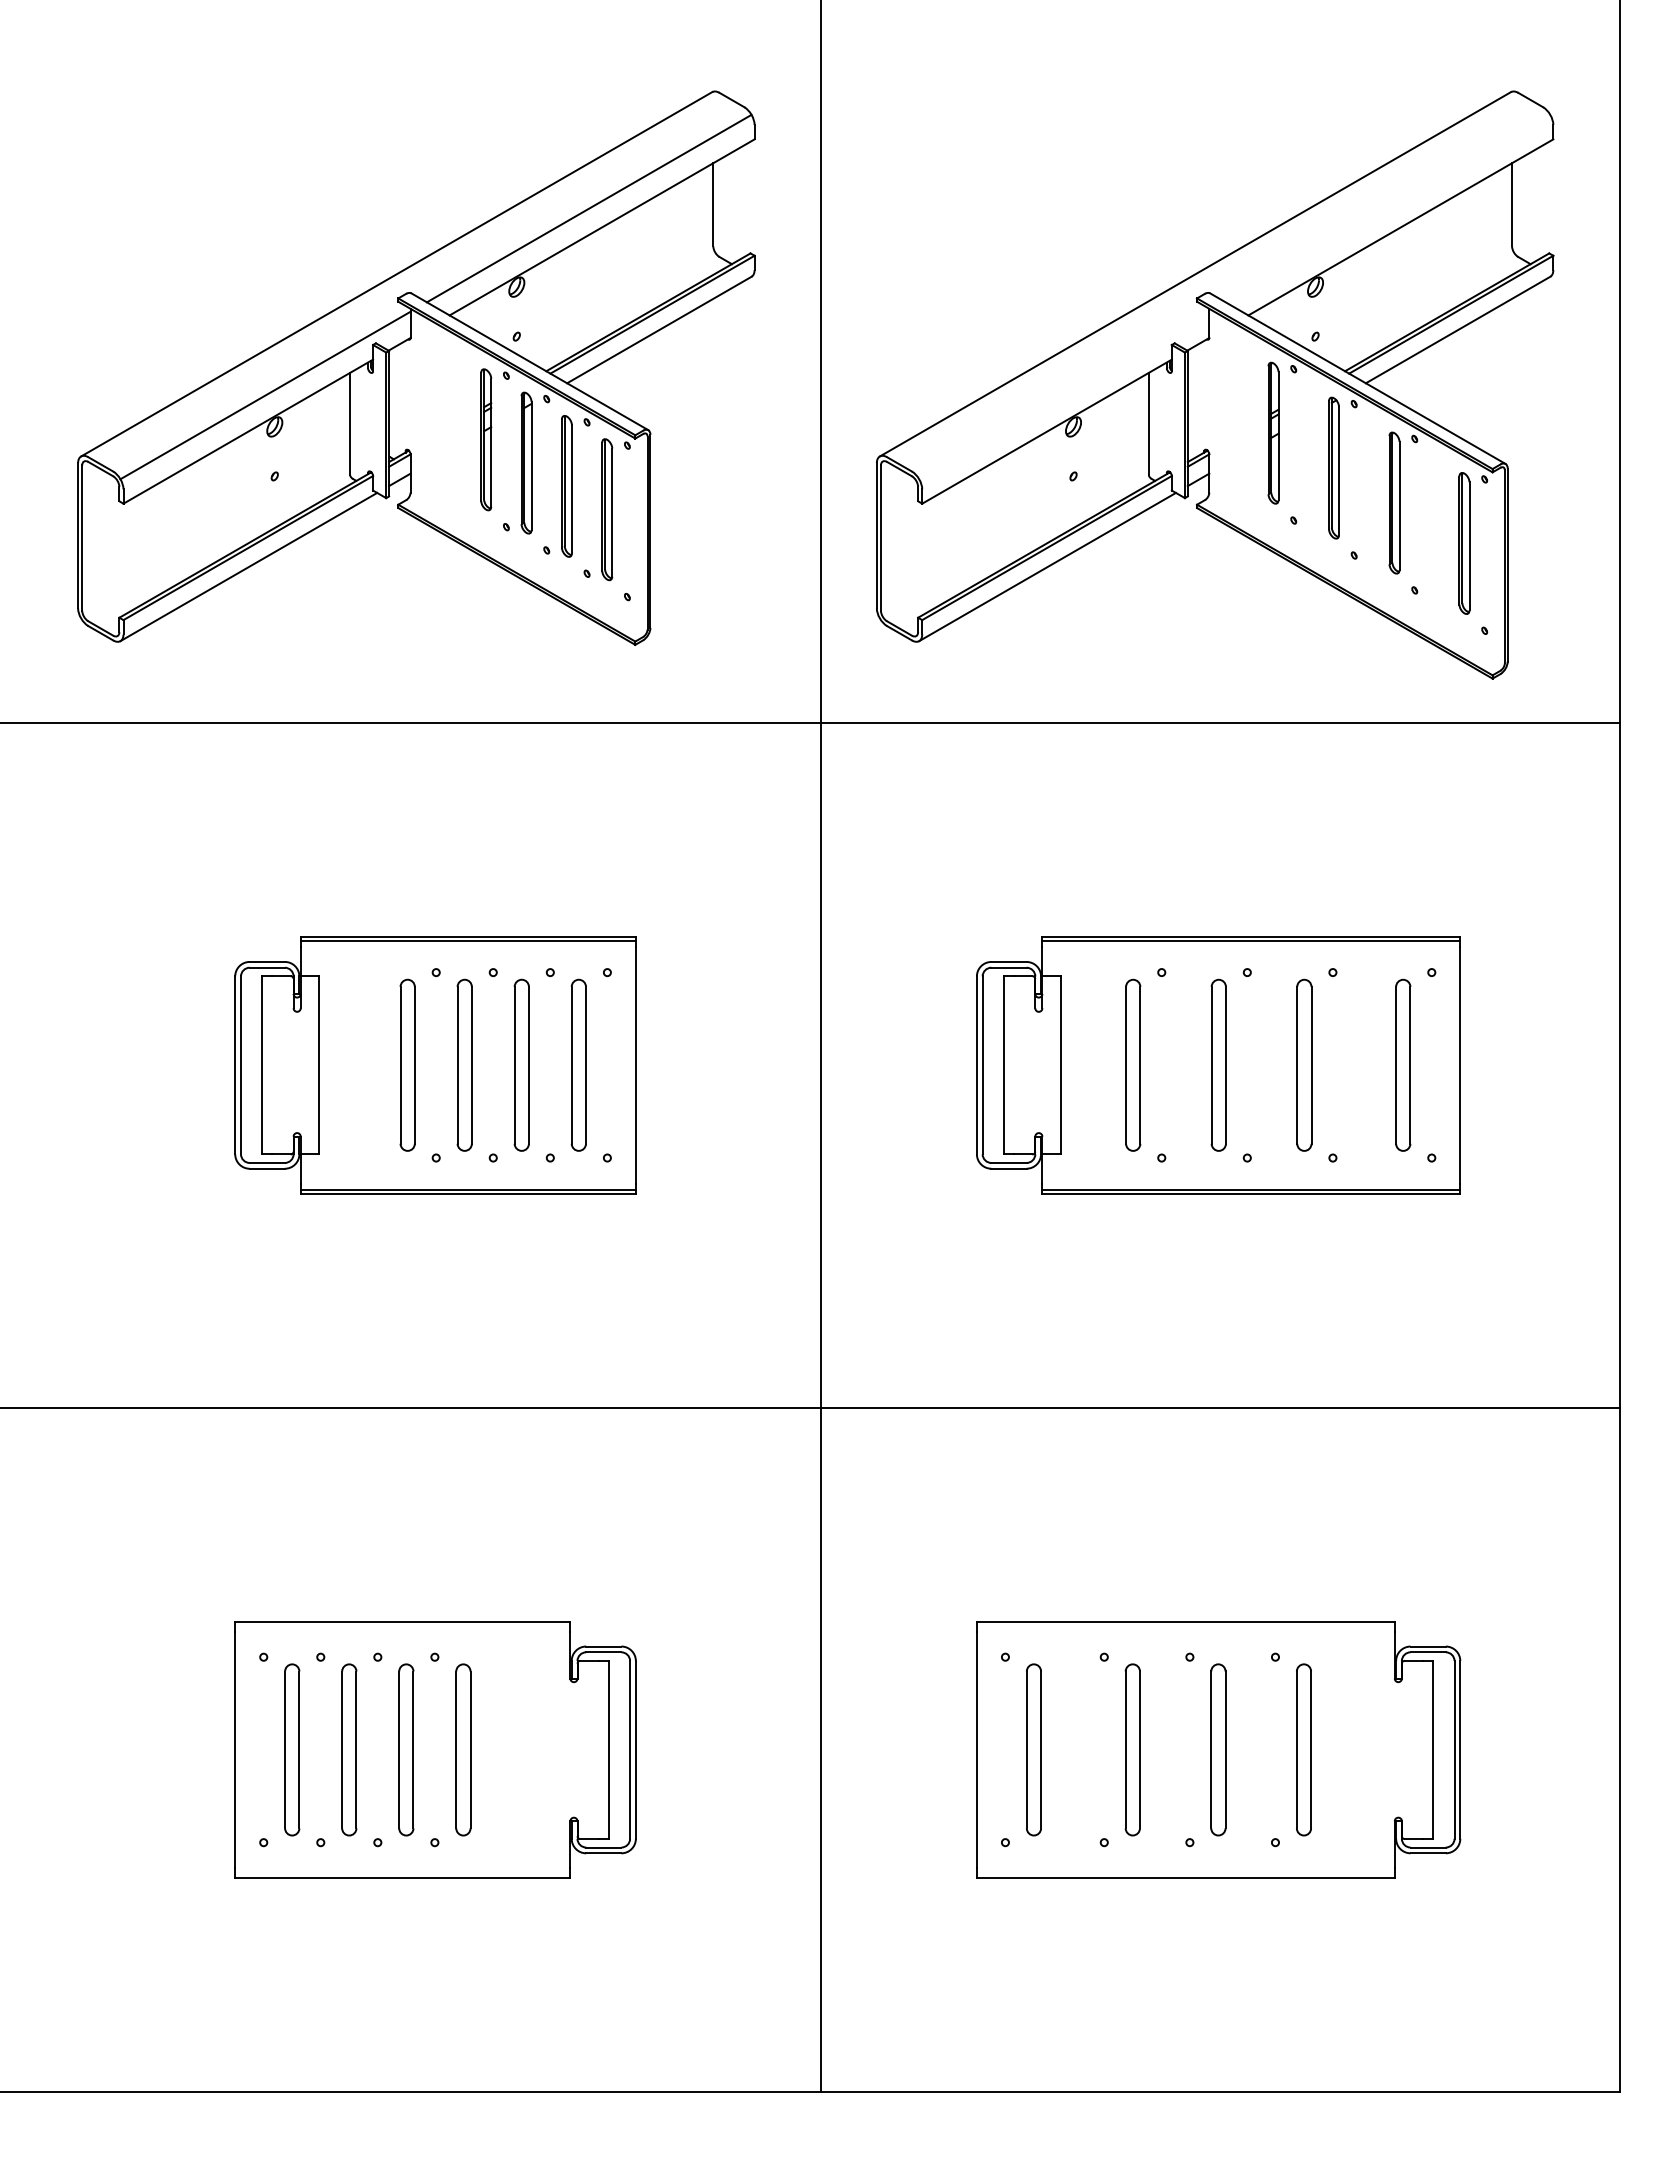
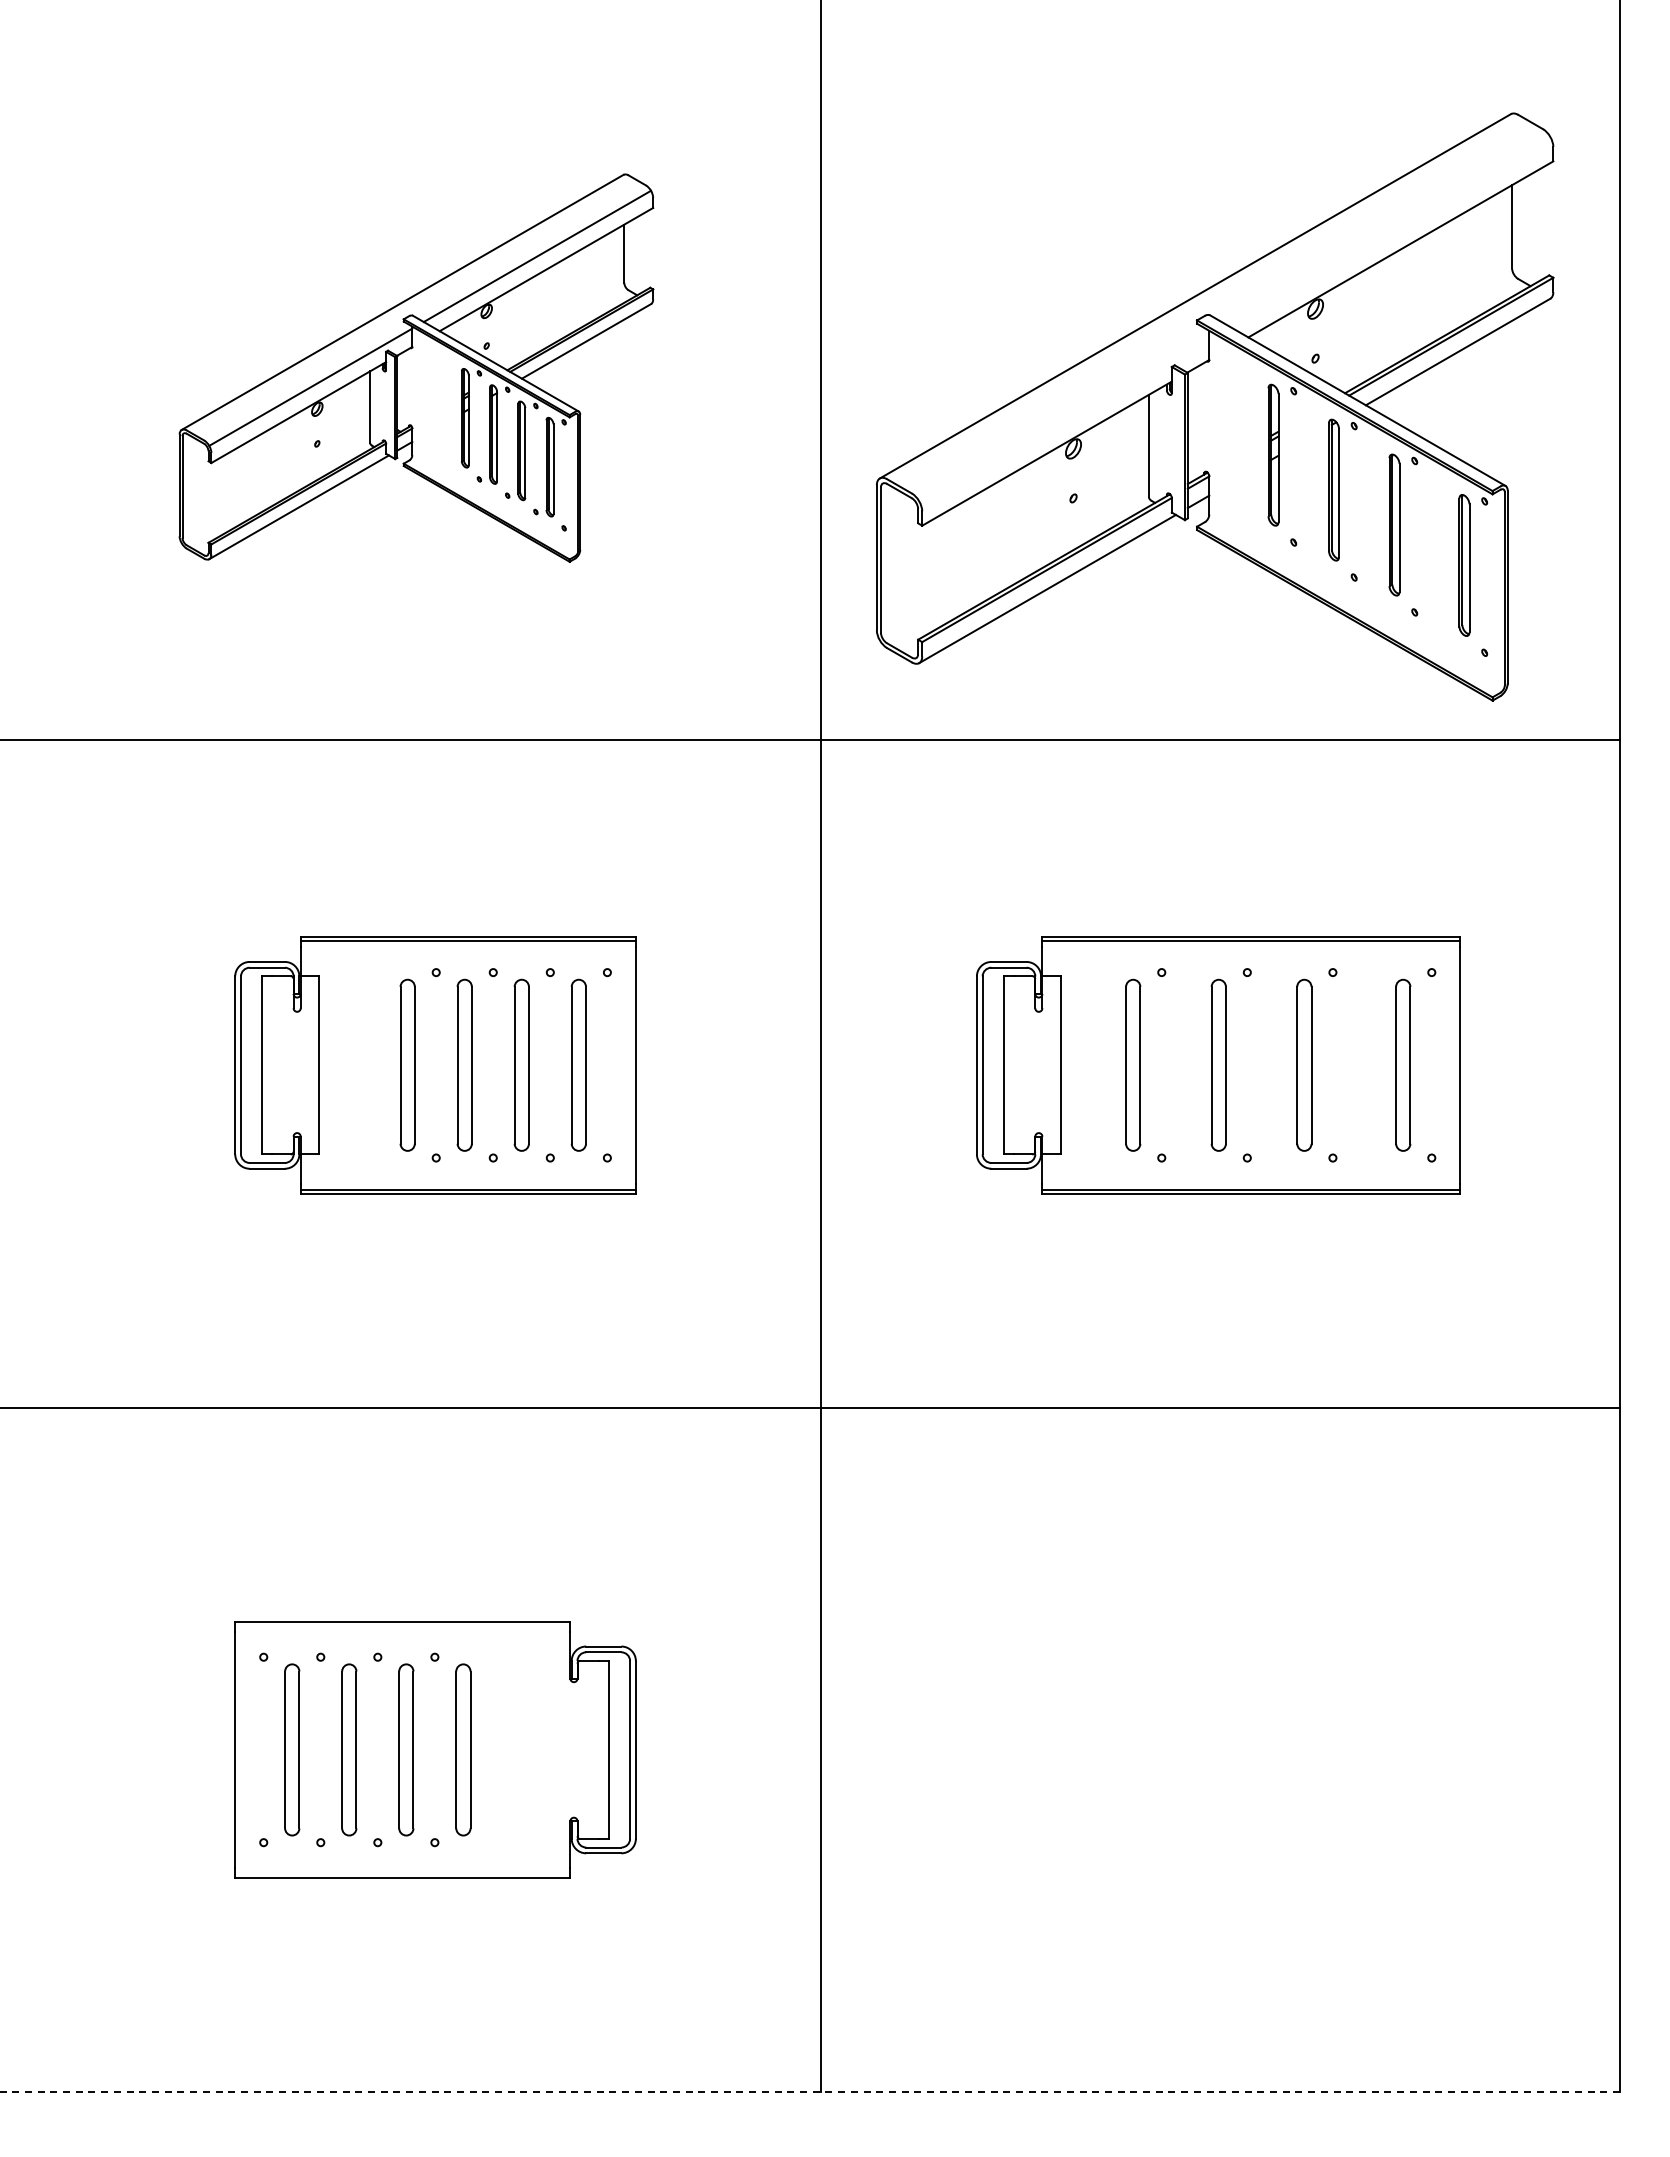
part at (416, 367) size: 679x556 px -> 477x390 px
part at (1215, 384) position: (1215, 384) -> (1215, 406)
line at (810, 723) position: (810, 723) -> (810, 740)
part at (1218, 1749): present -> none
line at (810, 2092): solid -> dashed
